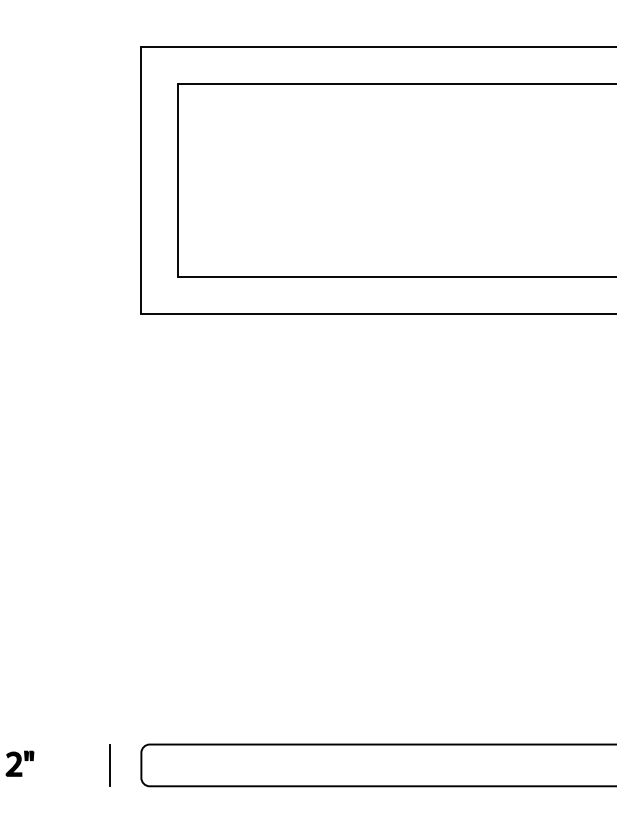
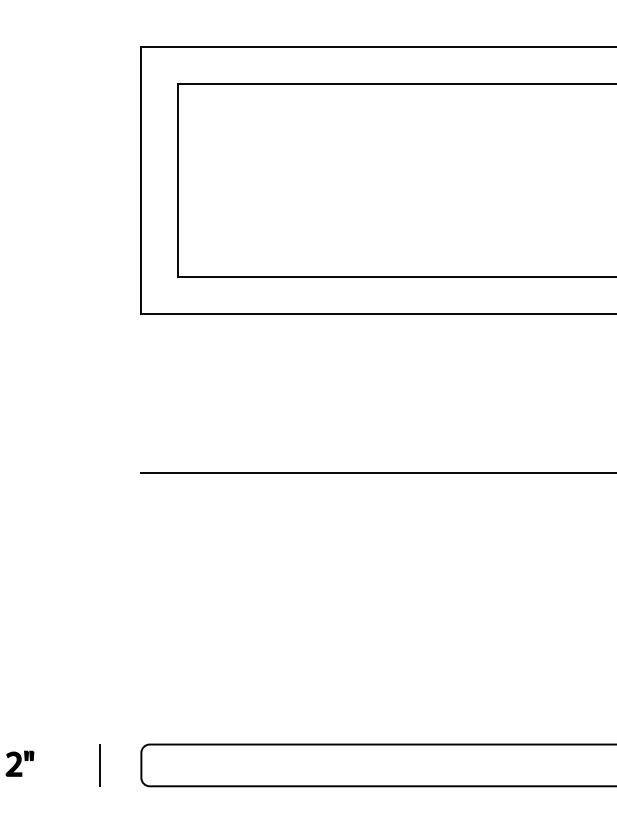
line at (377, 473): none -> present
line at (109, 765) position: (109, 765) -> (99, 765)
